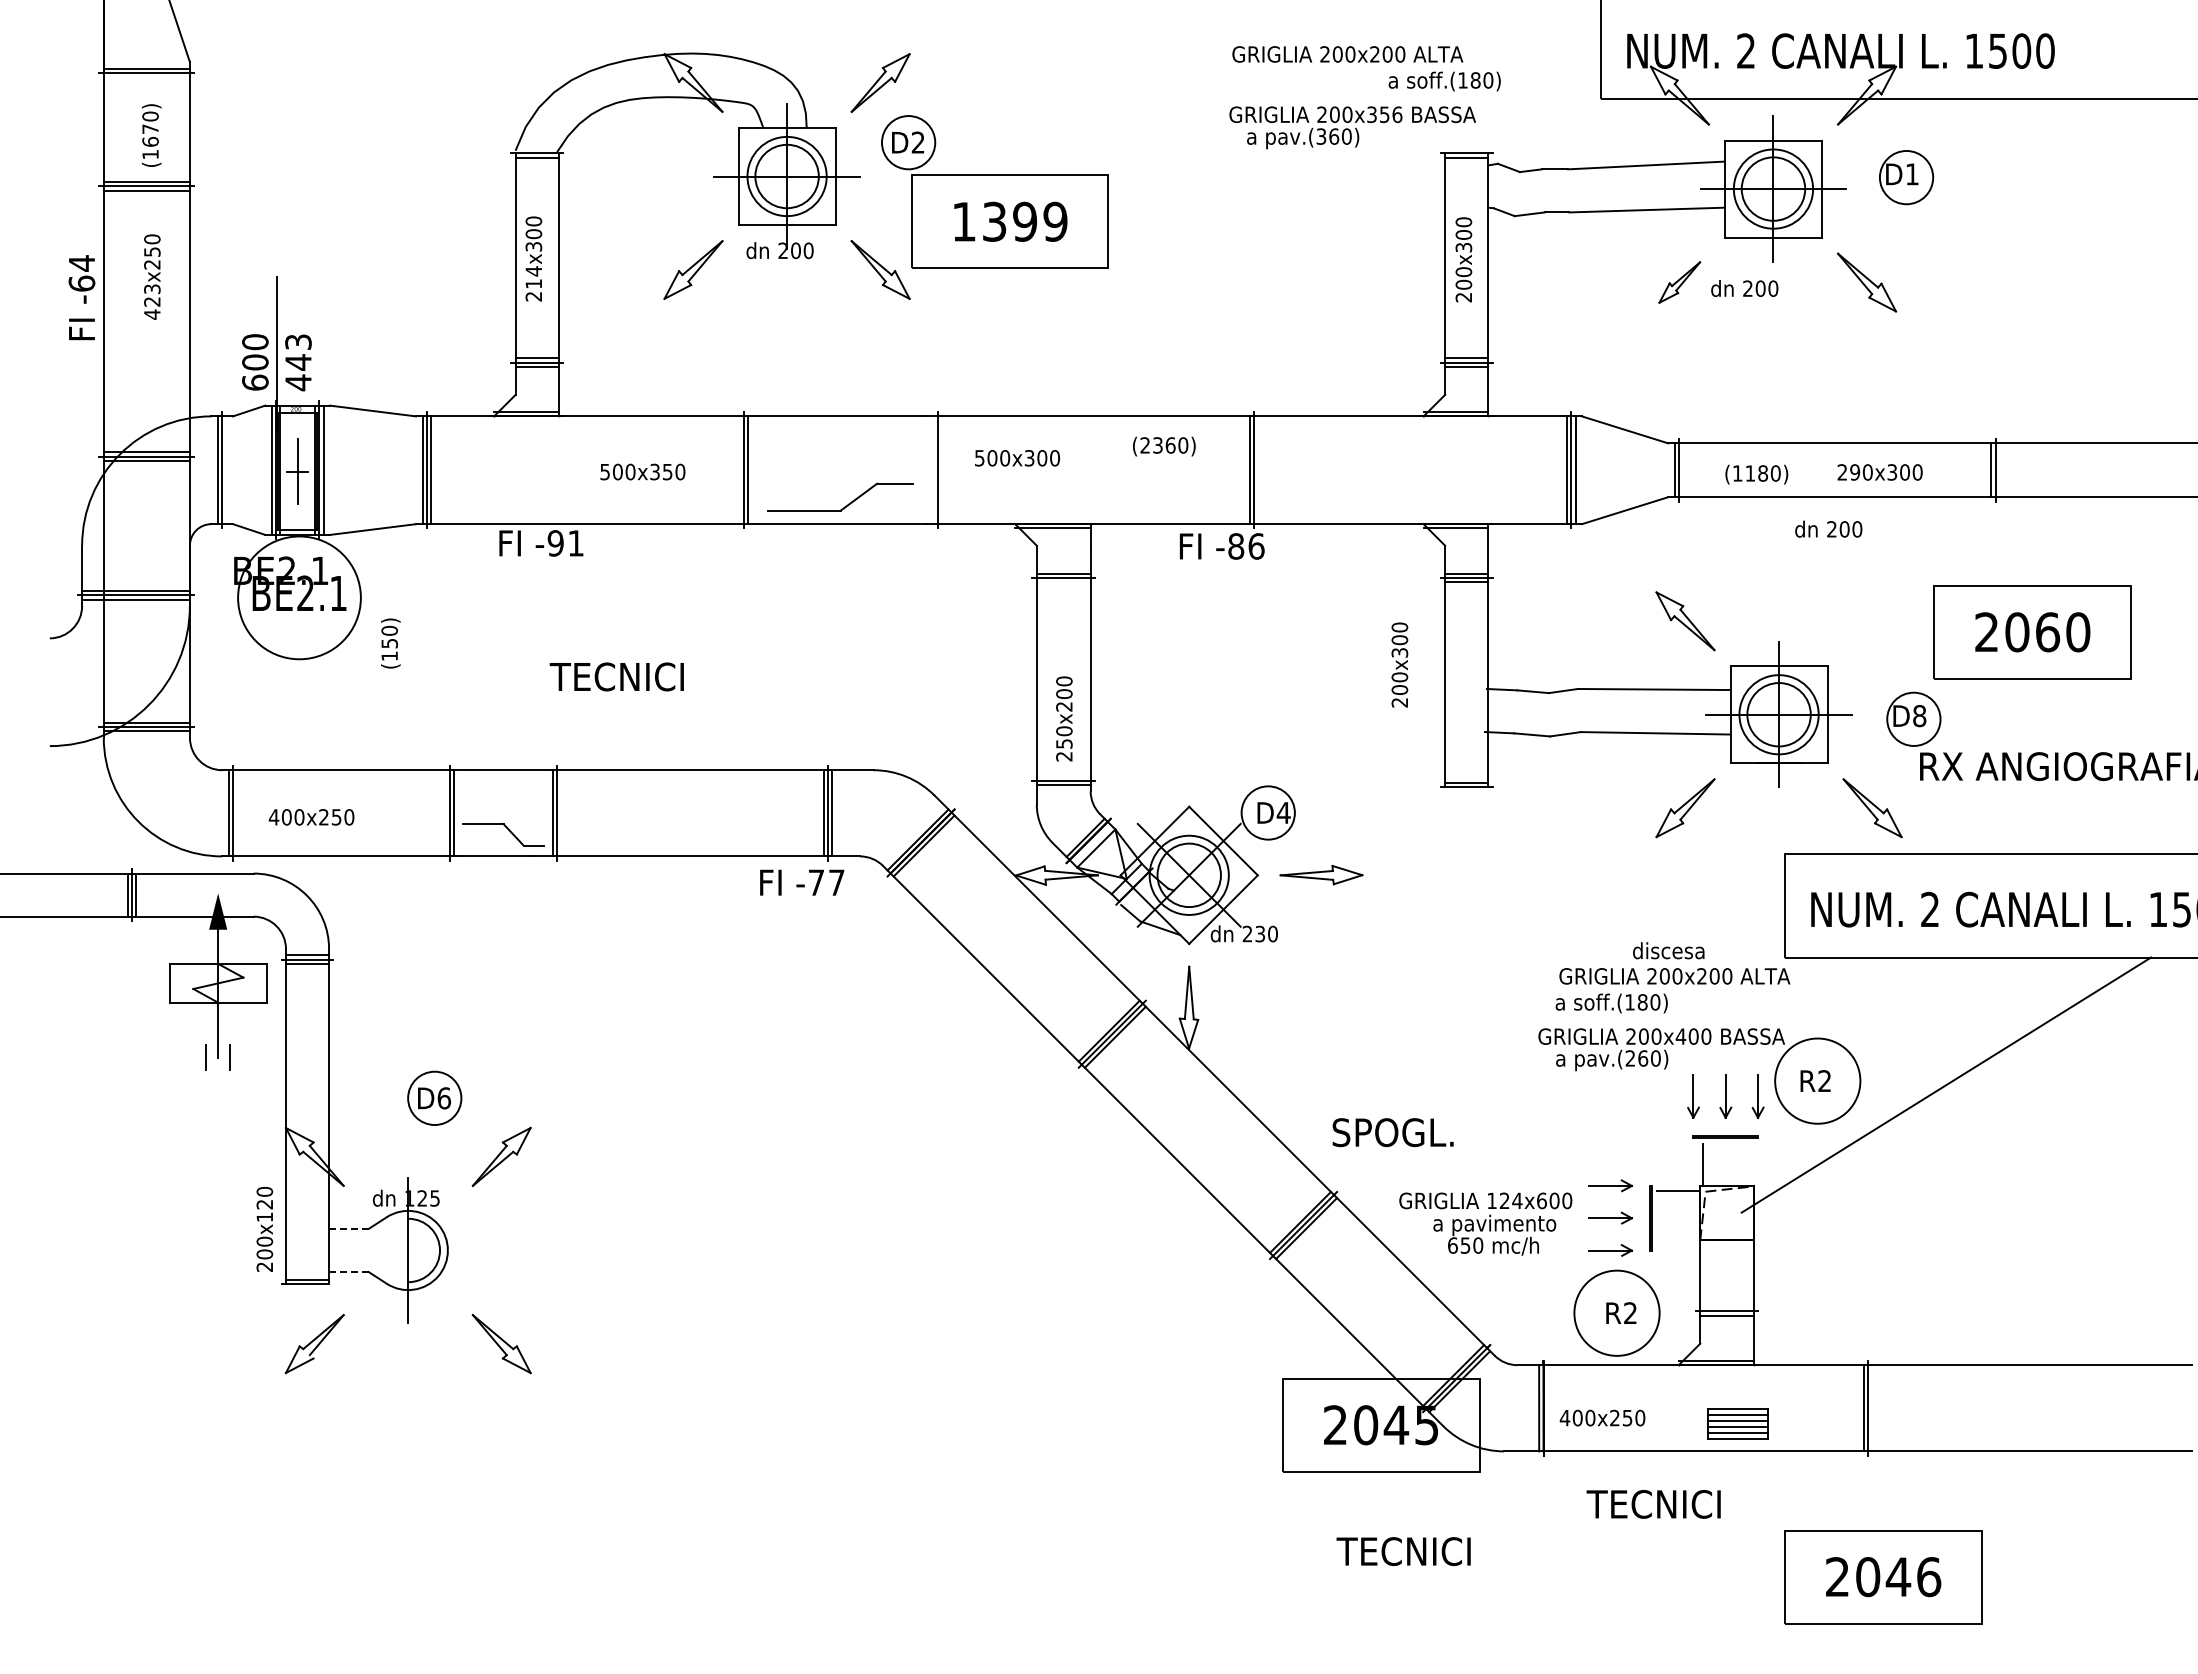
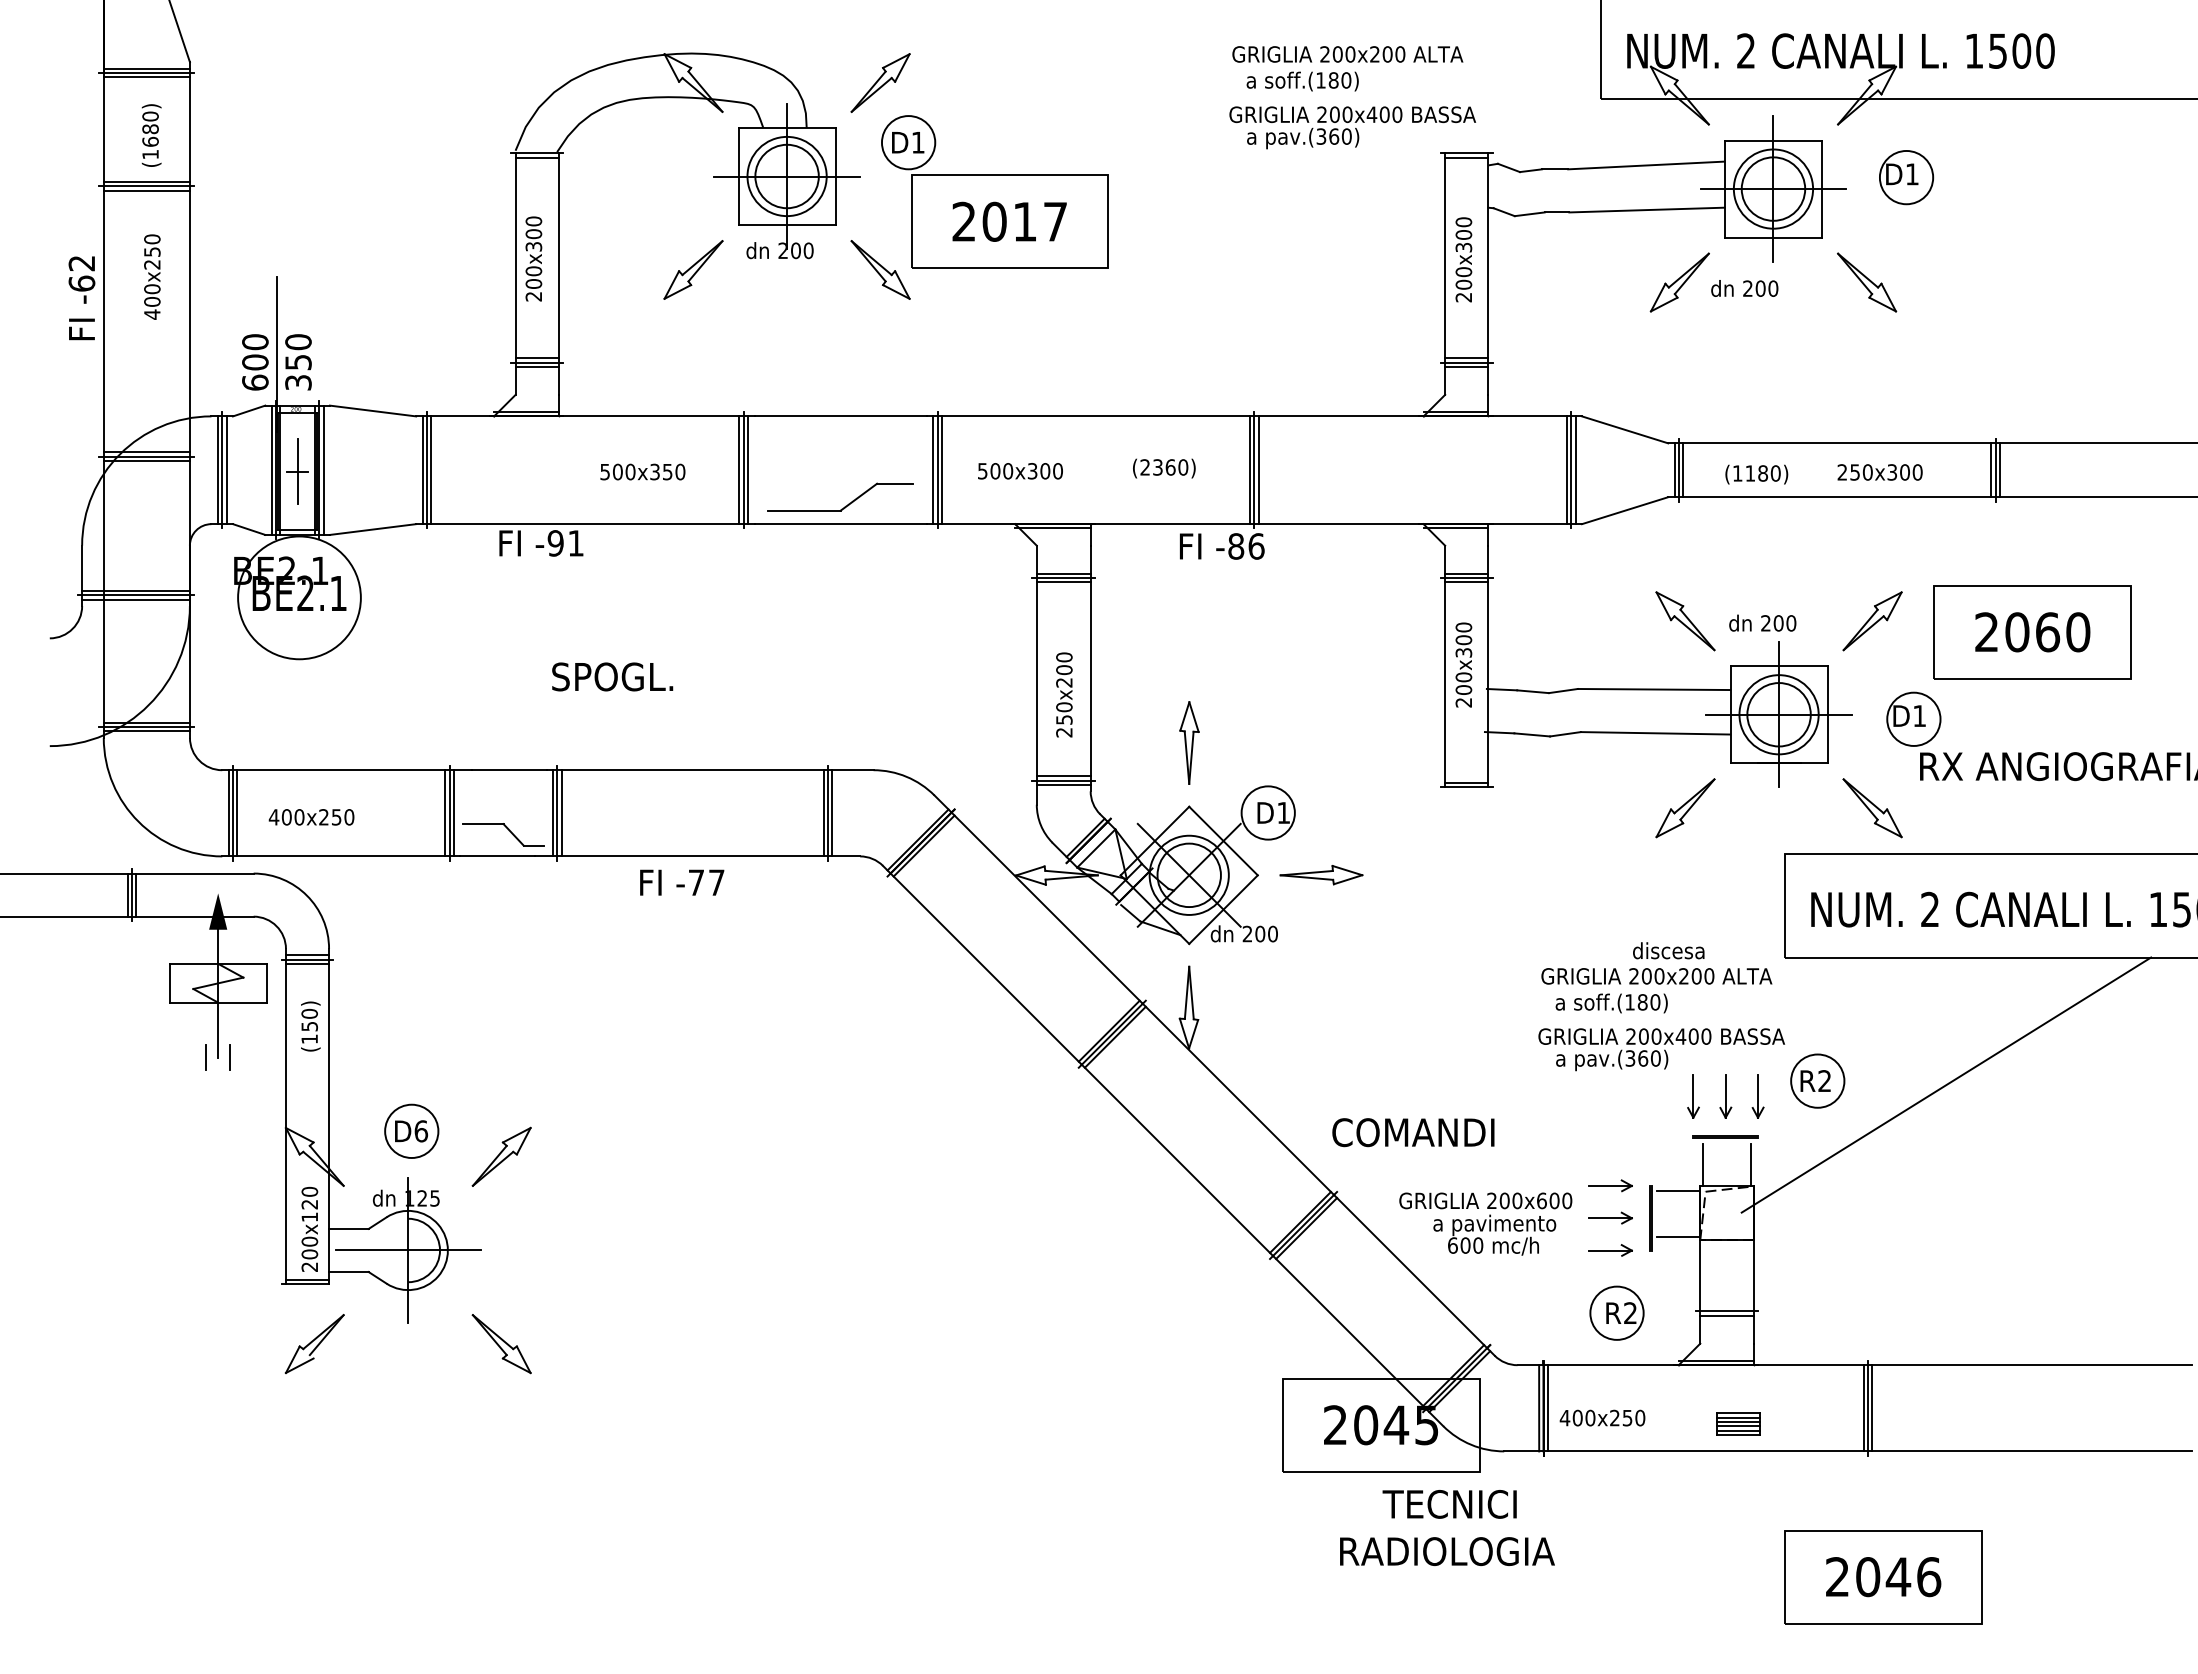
line at (146, 77): none -> present
text at (1444, 81) position: (1444, 81) -> (1302, 81)
text at (1384, 114): 200x356 -> 200x400
text at (150, 129): (1670) -> (1680)
text at (917, 142): D2 -> D1
text at (1009, 221): 1399 -> 2017
text at (81, 263): -64 -> -62
text at (533, 277): 214x300 -> 200x300
part at (1679, 282) size: 44x43 px -> 61x61 px
text at (152, 295): 423x250 -> 400x250
text at (298, 362): 443 -> 350
text at (1164, 446) position: (1164, 446) -> (1164, 468)
text at (1017, 458) position: (1017, 458) -> (1020, 471)
line at (226, 470): none -> present
line at (739, 470): none -> present
line at (933, 470): none -> present
line at (941, 470): none -> present
line at (1258, 470): none -> present
line at (1683, 470): none -> present
line at (2000, 470): none -> present
text at (1855, 472): 290x300 -> 250x300
text at (1828, 528) position: (1828, 528) -> (1762, 622)
line at (1063, 582): none -> present
part at (1872, 621): none -> present
text at (390, 643) position: (390, 643) -> (310, 1026)
text at (1399, 664) position: (1399, 664) -> (1463, 664)
text at (616, 676): TECNICI -> SPOGL.
text at (1919, 716): D8 -> D1
text at (1064, 718) position: (1064, 718) -> (1064, 694)
part at (1189, 742): none -> present
line at (1063, 776): none -> present
text at (1283, 812): D4 -> D1
line at (237, 813): none -> present
line at (445, 813): none -> present
line at (561, 813): none -> present
text at (802, 882) position: (802, 882) -> (682, 882)
text at (1260, 933): 230 -> 200
text at (1674, 976) position: (1674, 976) -> (1656, 976)
text at (1630, 1058): pav.(260) -> pav.(360)
circle at (1817, 1080) diameter: 85 px -> 53 px
part at (434, 1097) position: (434, 1097) -> (411, 1130)
text at (1413, 1132): SPOGL. -> COMANDI
line at (1750, 1165): none -> present
text at (1504, 1200): 124x600 -> 200x600
text at (264, 1228) position: (264, 1228) -> (309, 1228)
line at (348, 1228): dashed -> solid
line at (1678, 1237): none -> present
text at (1465, 1245): 650 -> 600
line at (408, 1250): none -> present
line at (348, 1272): dashed -> solid
circle at (1616, 1312) diameter: 85 px -> 53 px
line at (1547, 1408): none -> present
line at (1872, 1408): none -> present
part at (1737, 1423) size: 62x32 px -> 45x24 px
text at (1653, 1504) position: (1653, 1504) -> (1449, 1504)
text at (1445, 1551): TECNICI -> RADIOLOGIA
